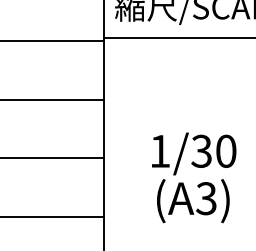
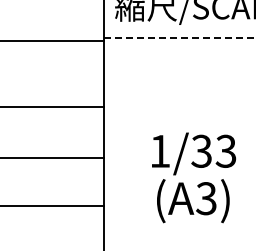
line at (179, 38): solid -> dashed
line at (52, 99) position: (52, 99) -> (52, 106)
text at (225, 150): 1/30 -> 1/33
line at (52, 216) position: (52, 216) -> (52, 205)
